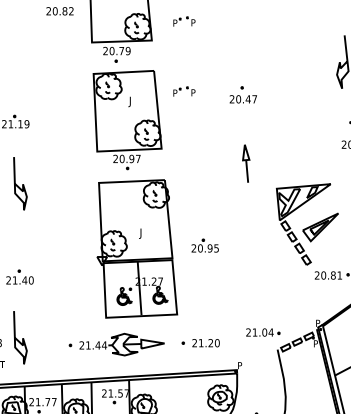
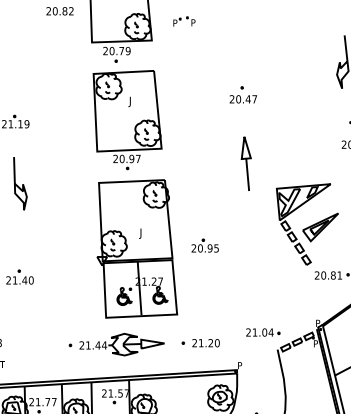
part at (184, 91): present -> none
part at (246, 163) size: 9x39 px -> 12x55 px
curve at (22, 338): present -> none
